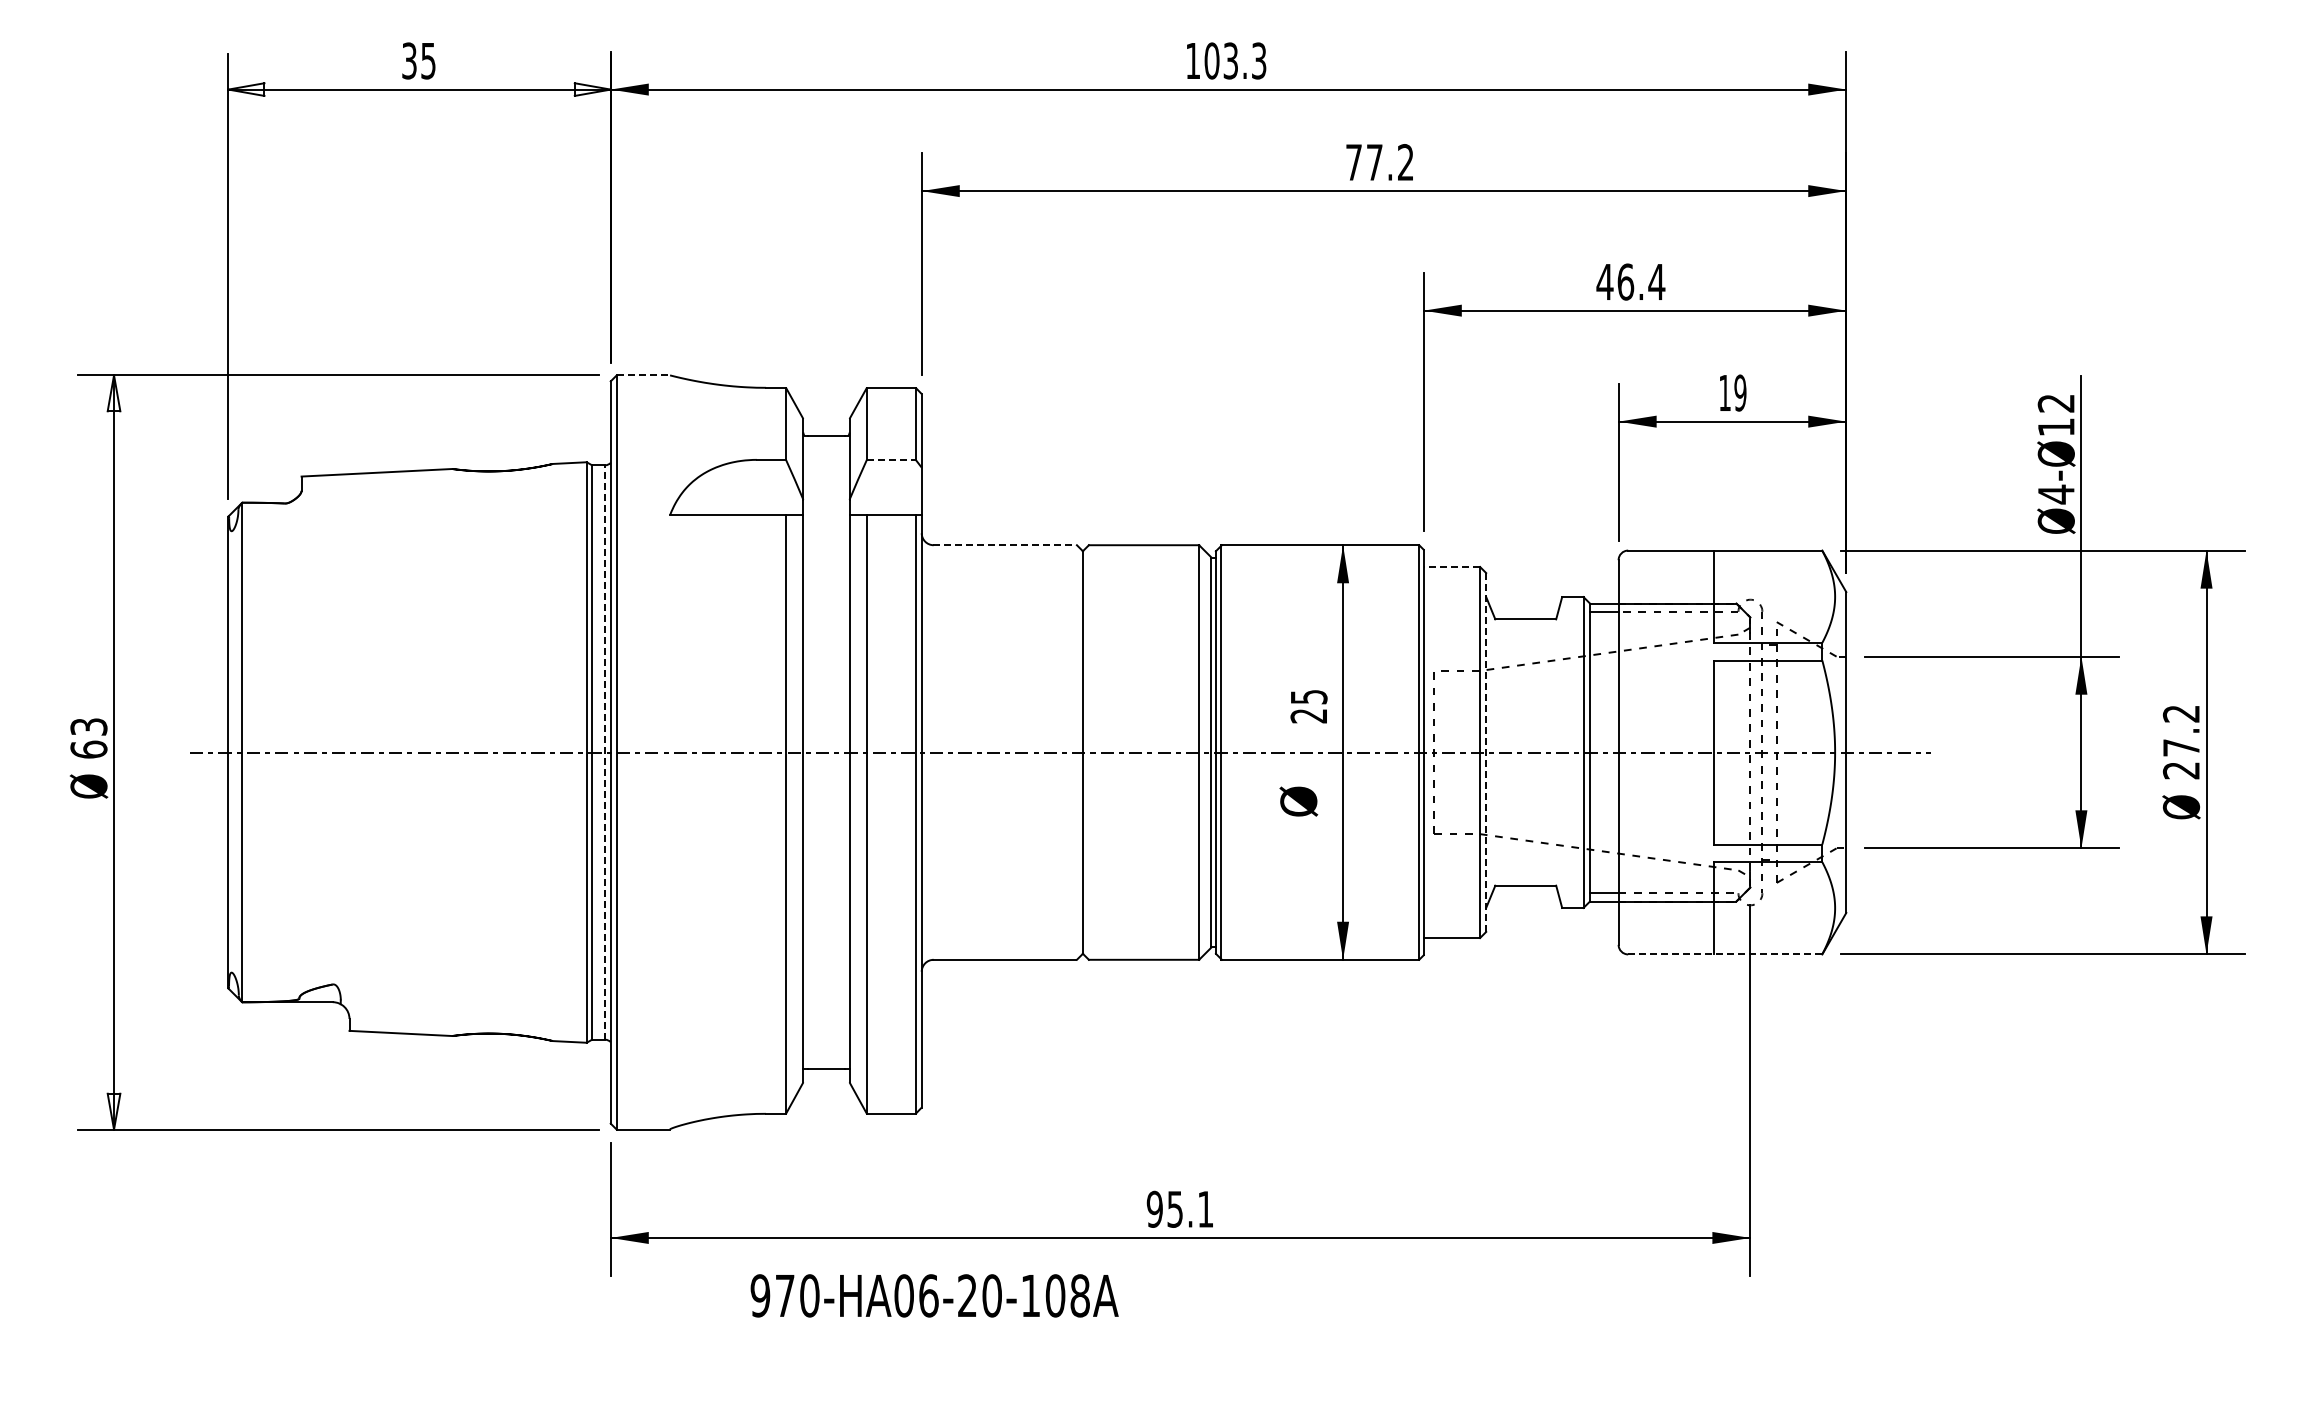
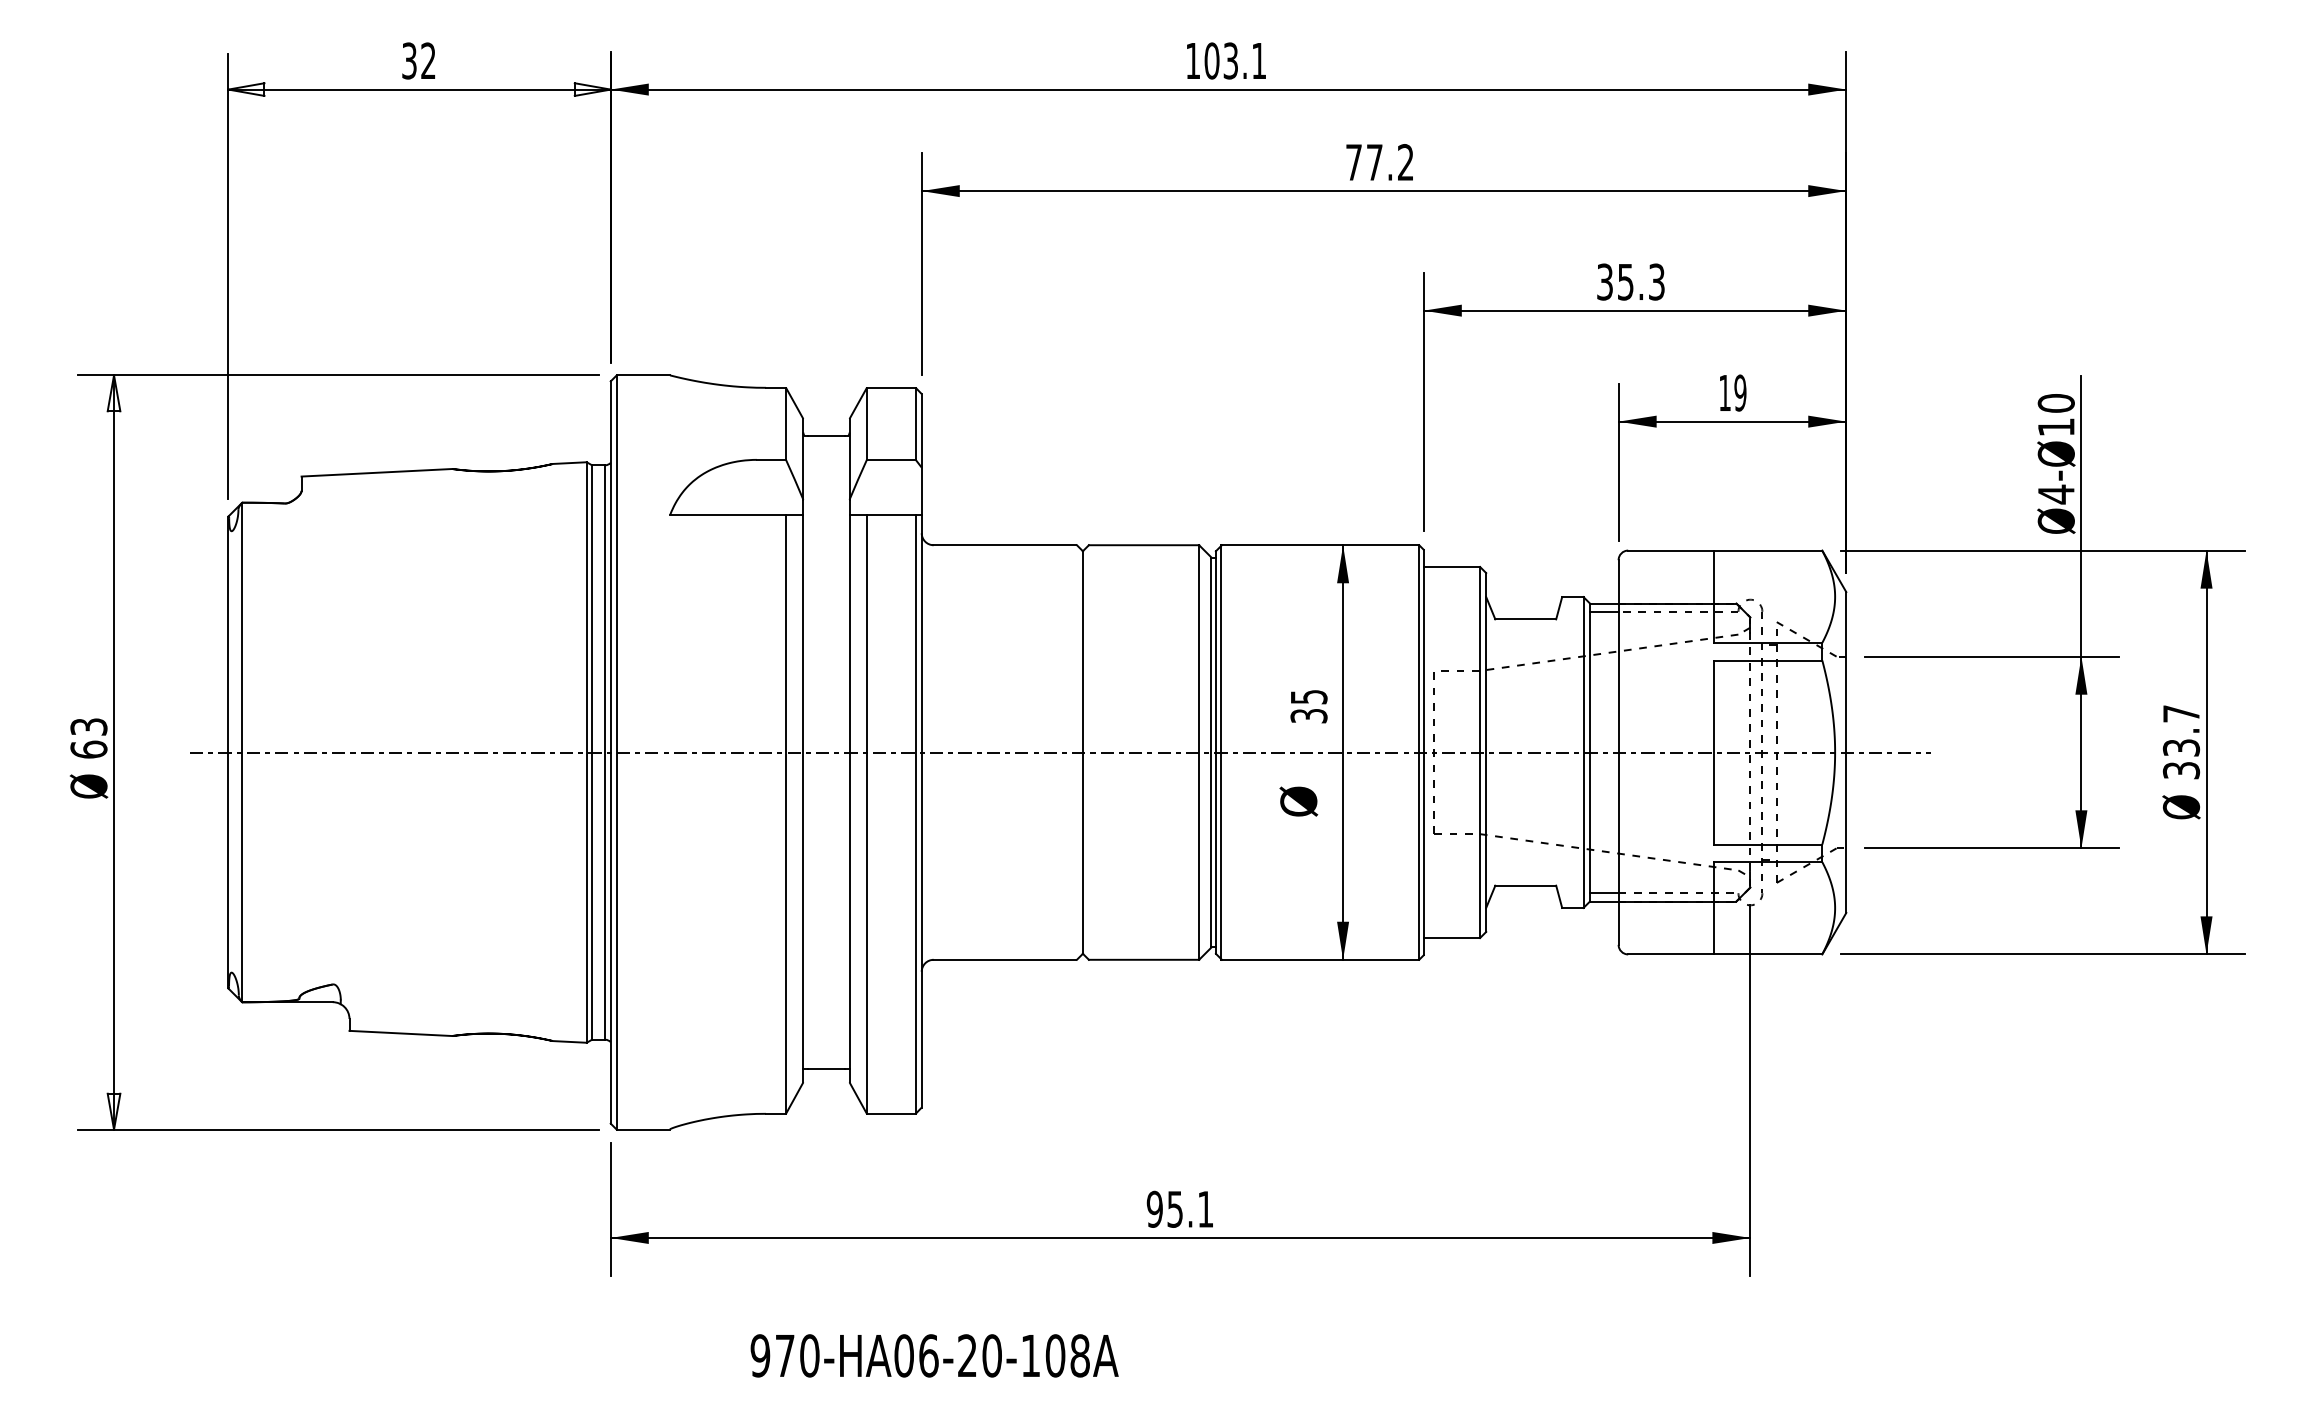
text at (428, 60): 35 -> 32
text at (1259, 60): 103.3 -> 103.1
text at (1630, 281): 46.4 -> 35.3
line at (643, 375): dashed -> solid
text at (2055, 403): Ø4-Ø12 -> Ø4-Ø10
line at (891, 459): dashed -> solid
line at (1004, 545): dashed -> solid
line at (1451, 566): dashed -> solid
text at (1308, 716): 25 -> 35
text at (2181, 742): 27.2 -> 33.7
line at (605, 752): dashed -> solid
line at (1486, 753): dashed -> solid
line at (1725, 954): dashed -> solid
text at (934, 1295) position: (934, 1295) -> (934, 1355)
